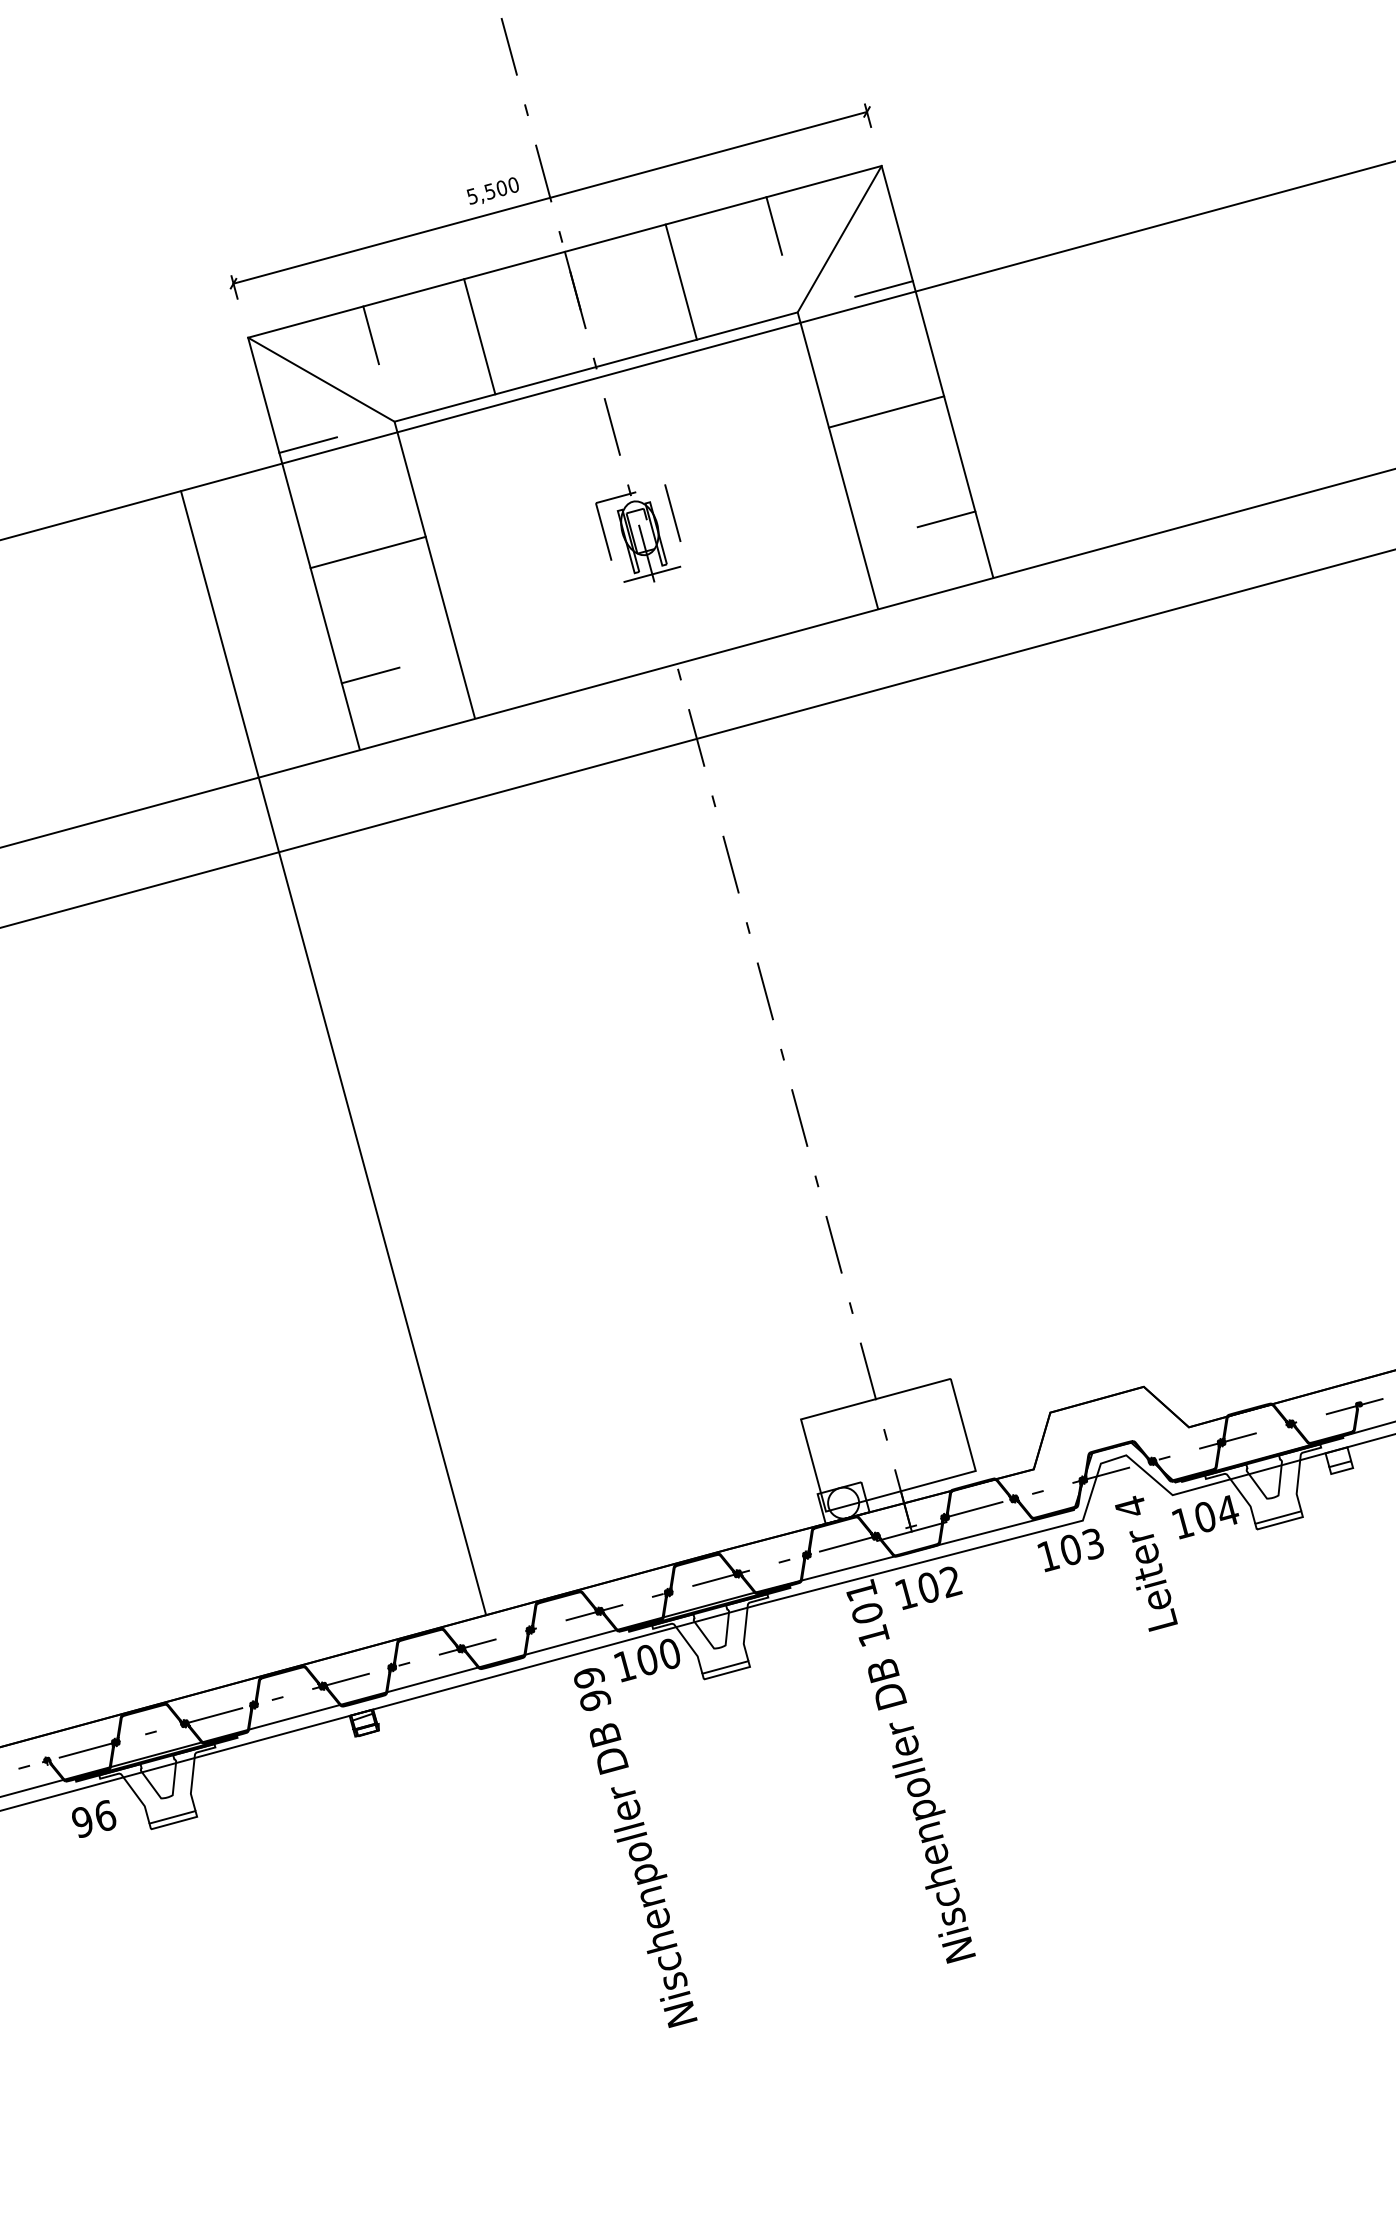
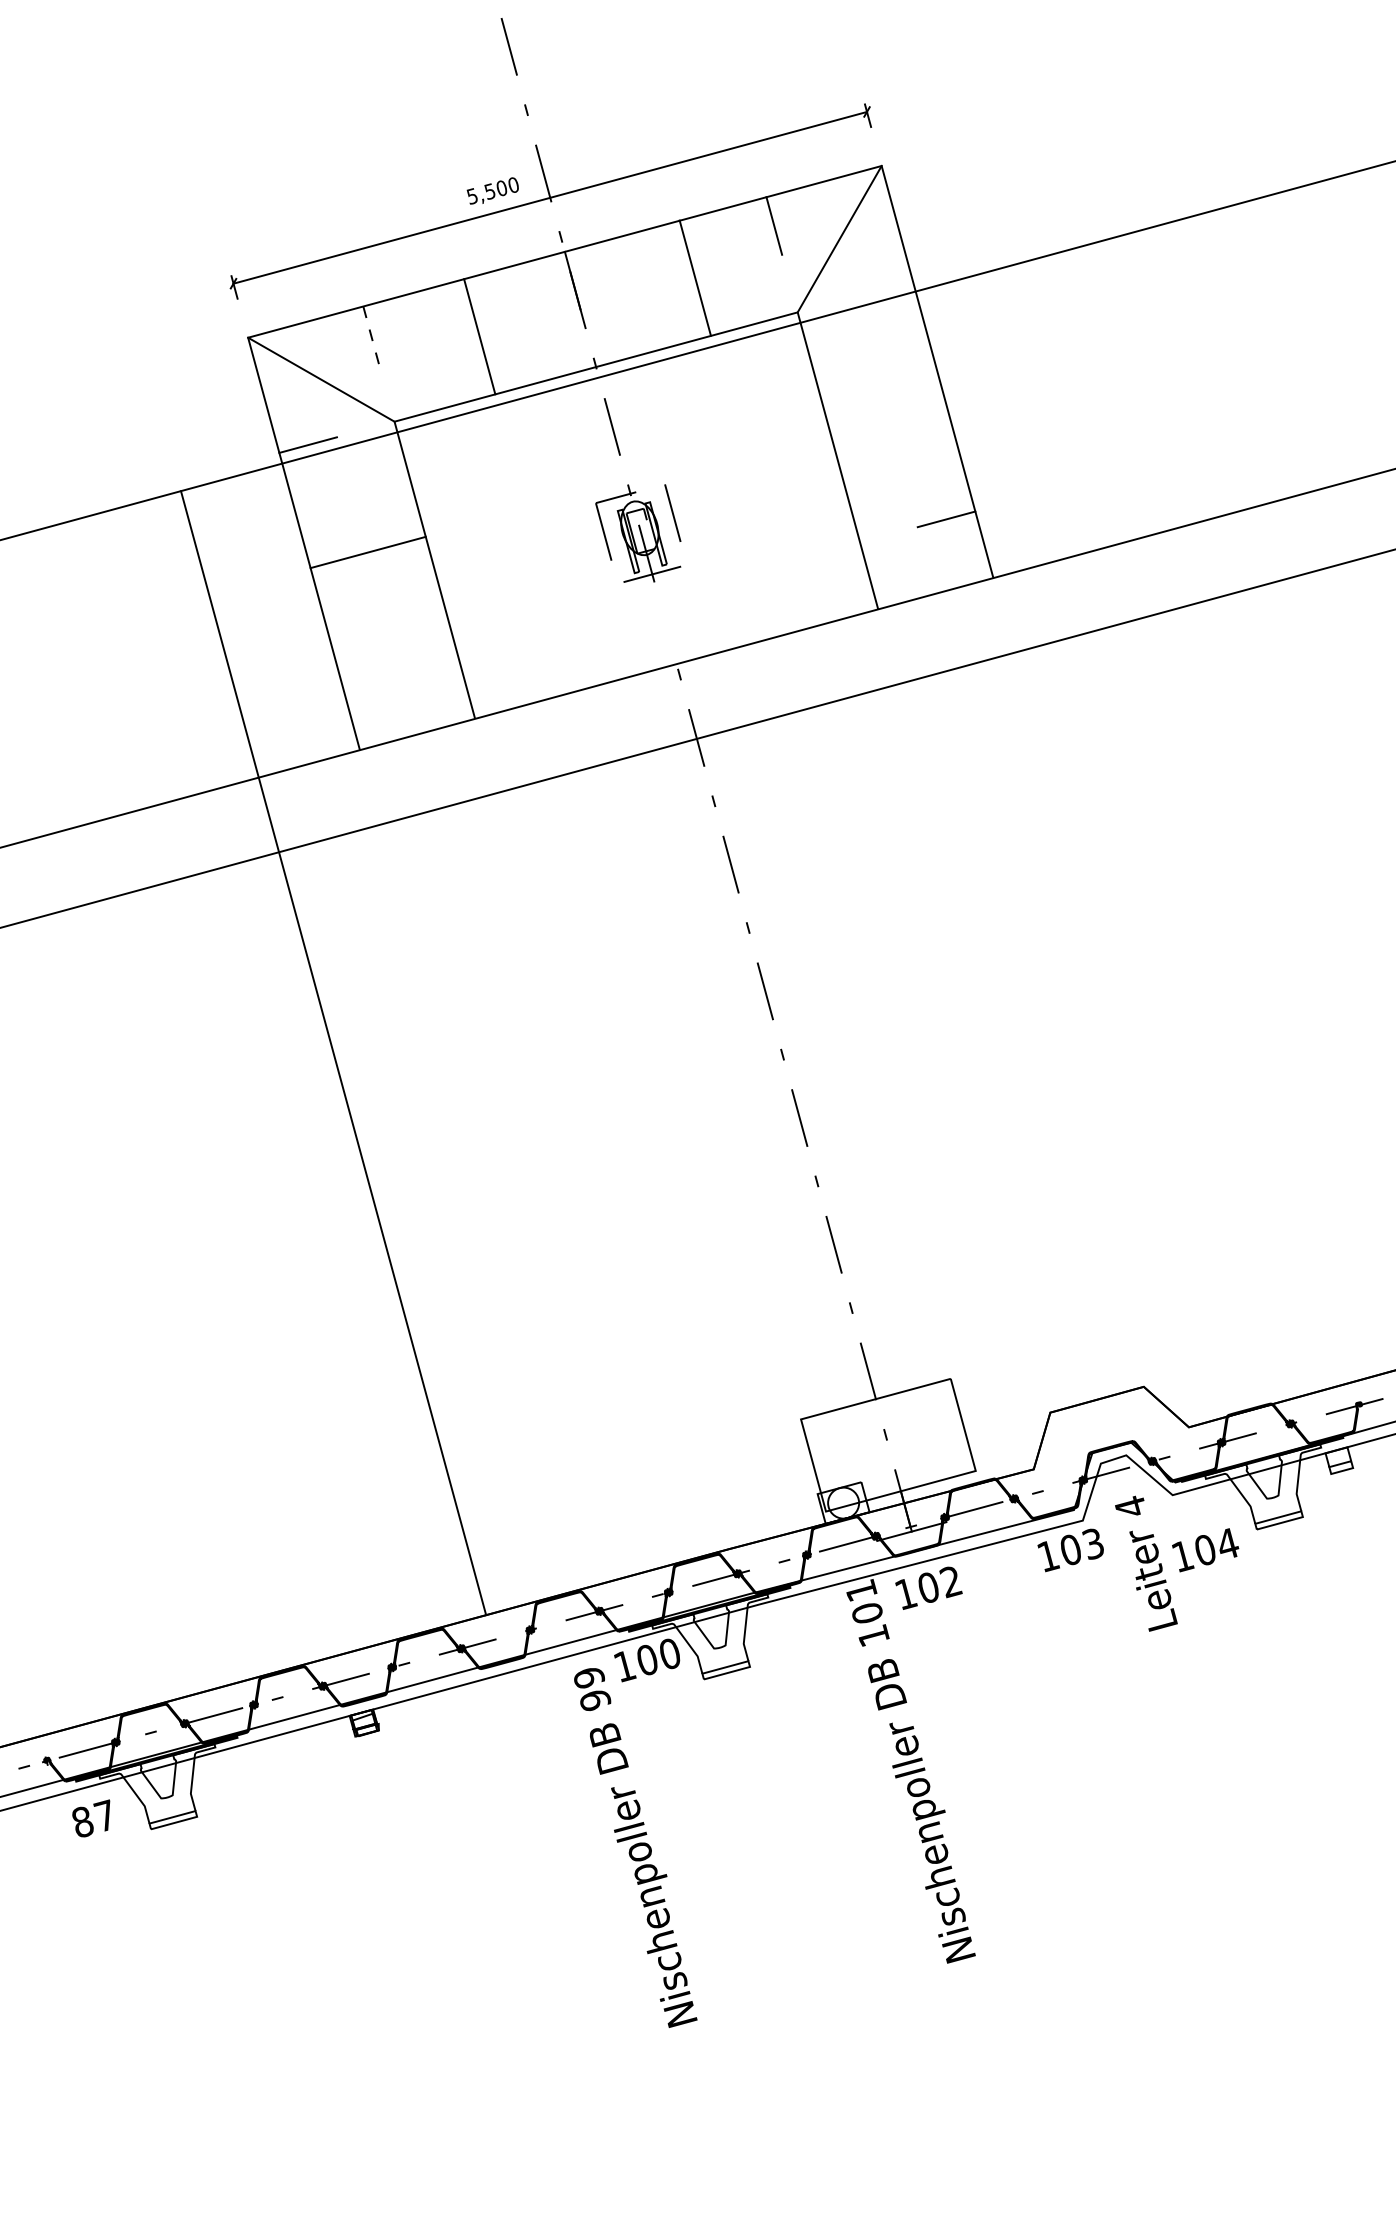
line at (680, 281) position: (680, 281) -> (694, 277)
line at (883, 288): present -> none
line at (371, 335): solid -> dashed
line at (886, 411): present -> none
line at (370, 675): present -> none
text at (1205, 1517) position: (1205, 1517) -> (1205, 1550)
text at (94, 1818): 96 -> 87
